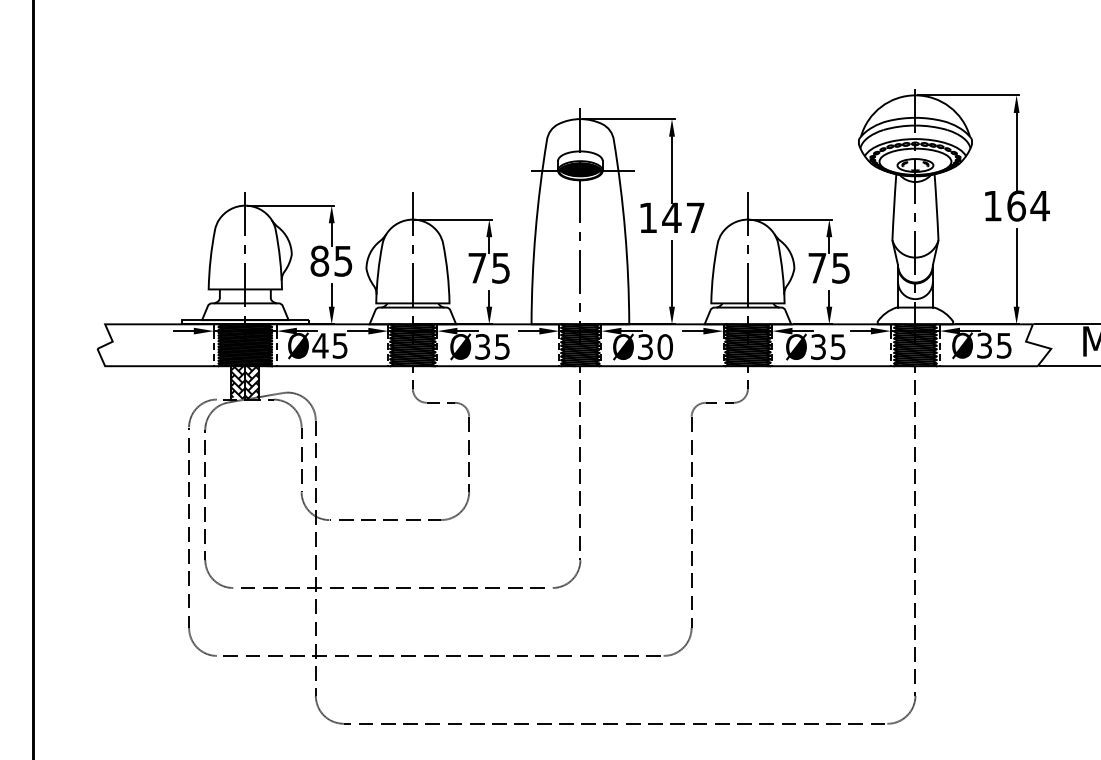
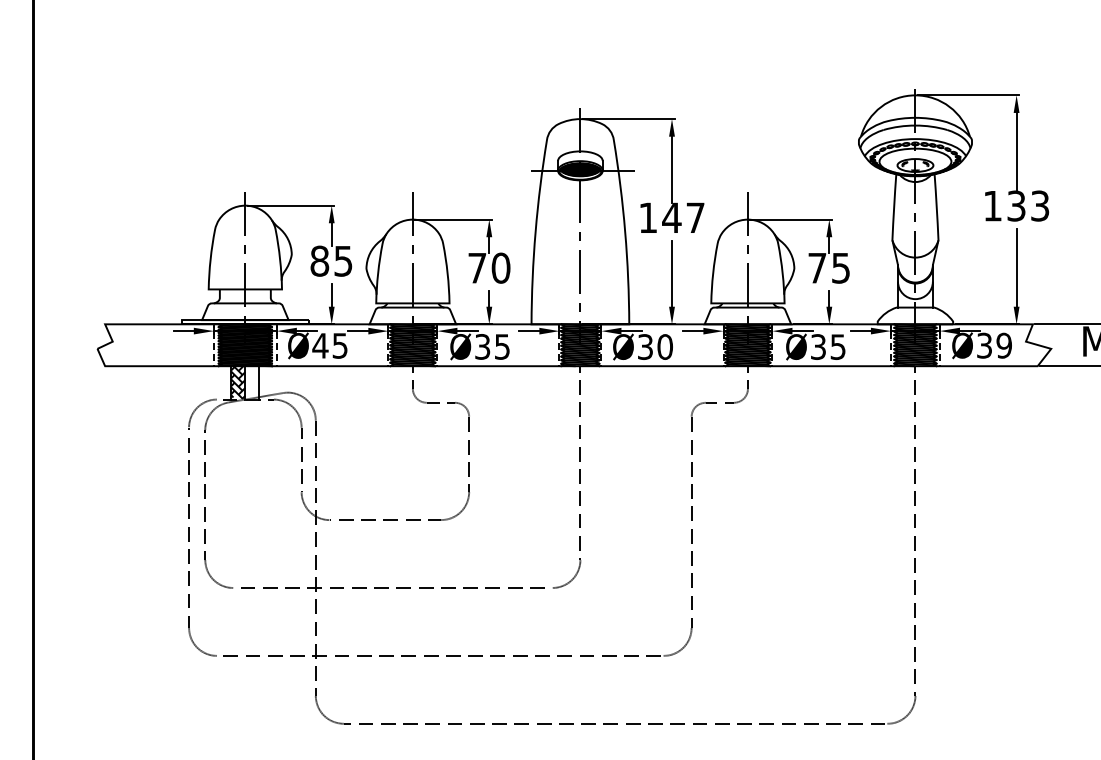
text at (1028, 205): 164 -> 133
text at (500, 267): 75 -> 70
text at (1003, 345): Ø35 -> Ø39
hatch at (252, 382): present -> none
